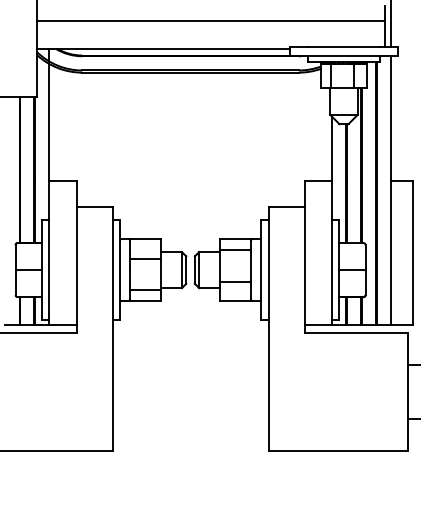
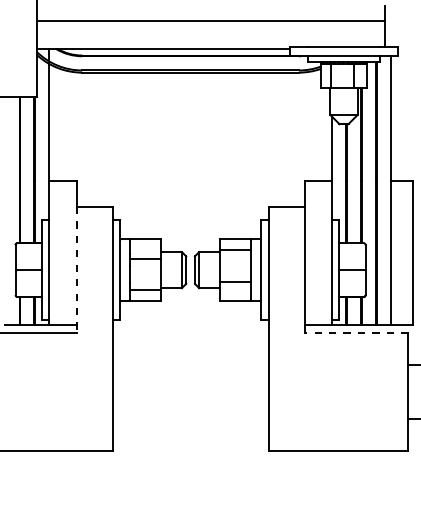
line at (390, 24): present -> none
line at (76, 270): solid -> dashed
line at (356, 333): solid -> dashed
